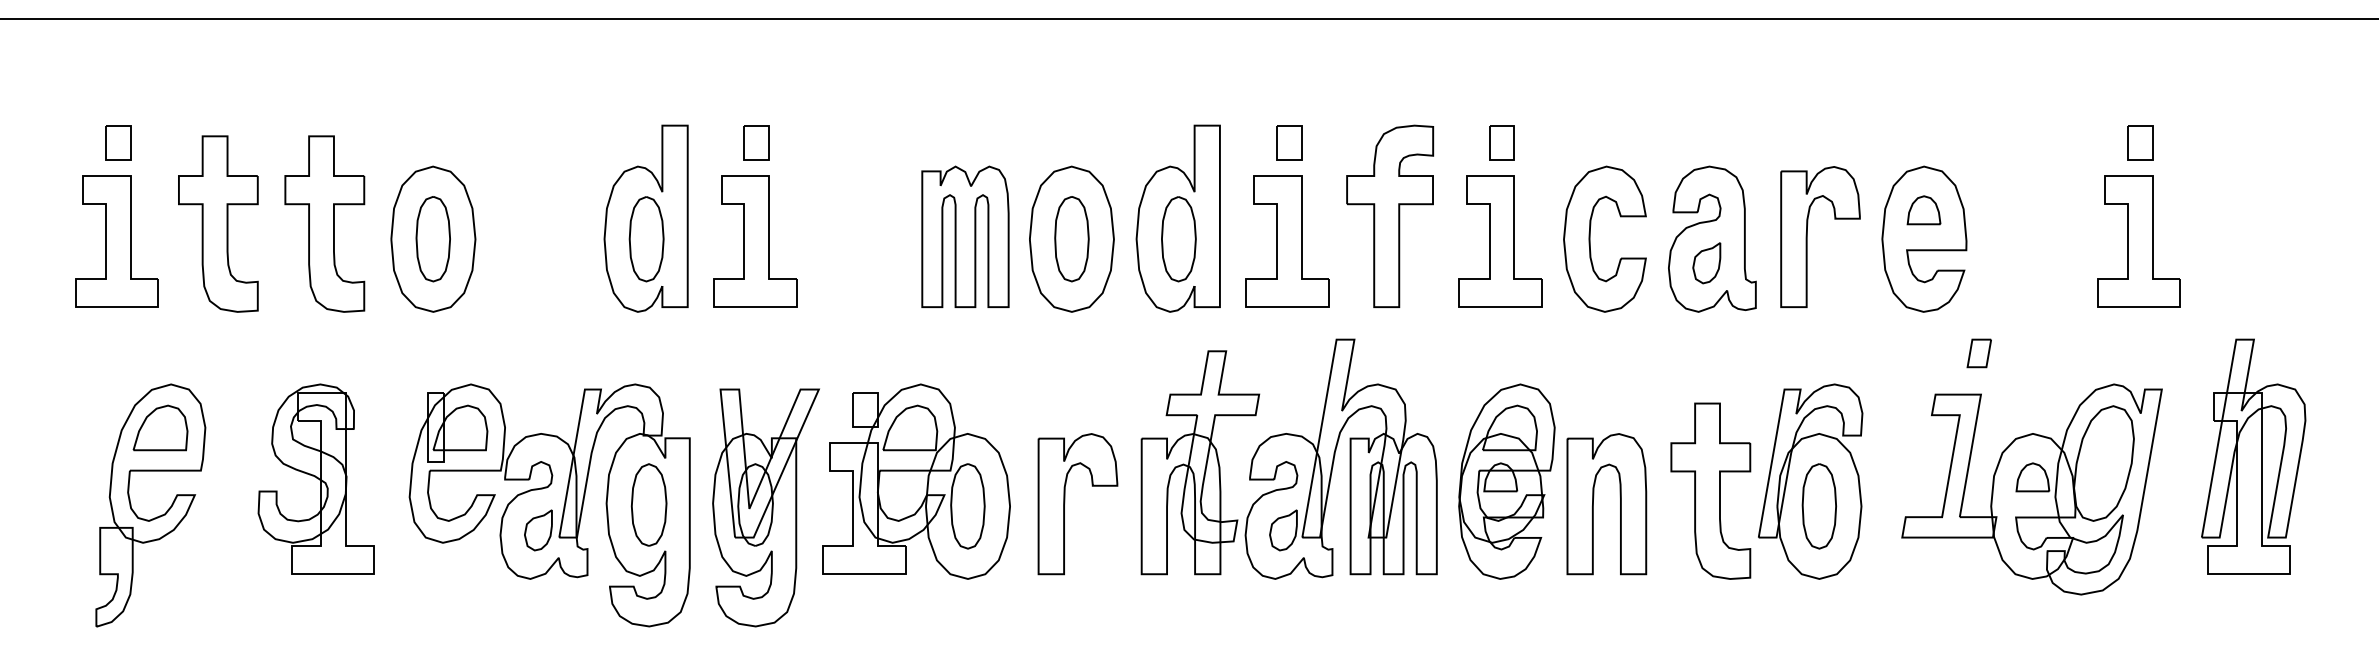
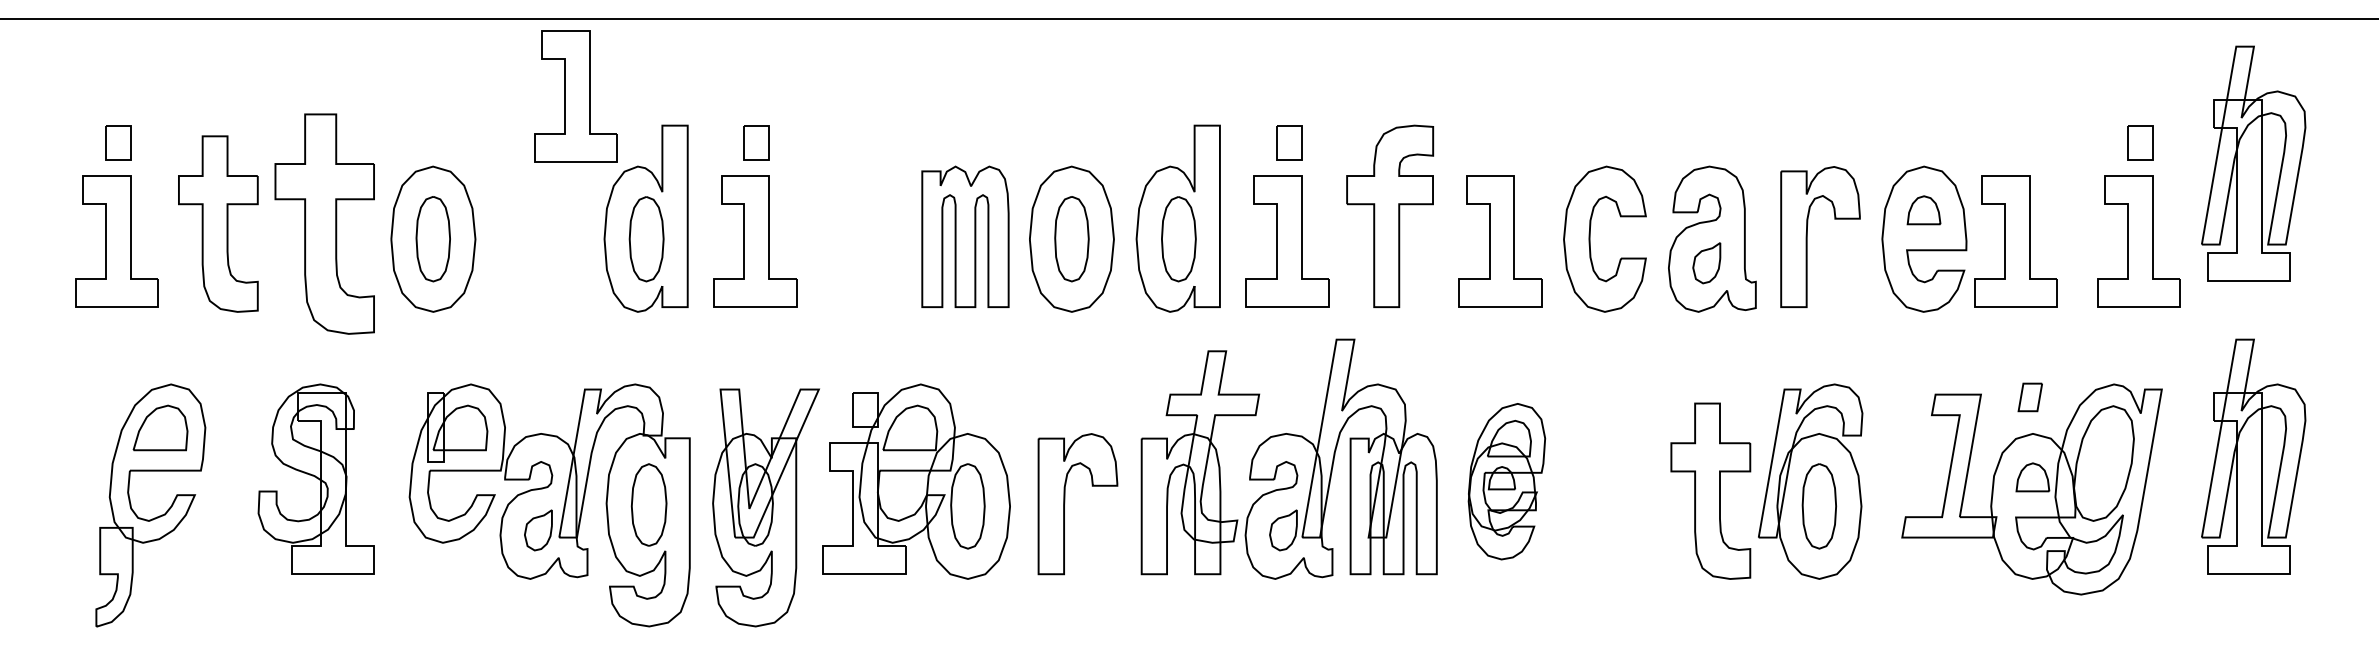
part at (575, 96): none -> present
part at (1501, 142): present -> none
part at (2253, 163): none -> present
part at (324, 223) size: 82x178 px -> 101x222 px
part at (2015, 241): none -> present
part at (1978, 353) position: (1978, 353) -> (2029, 397)
part at (1506, 481) size: 98x197 px -> 80x158 px
part at (1593, 504): present -> none
